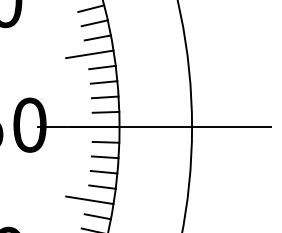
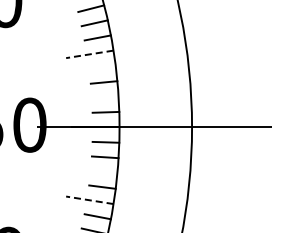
line at (89, 54): solid -> dashed
line at (102, 67): present -> none
line at (104, 97): present -> none
line at (103, 171): present -> none
line at (89, 200): solid -> dashed
